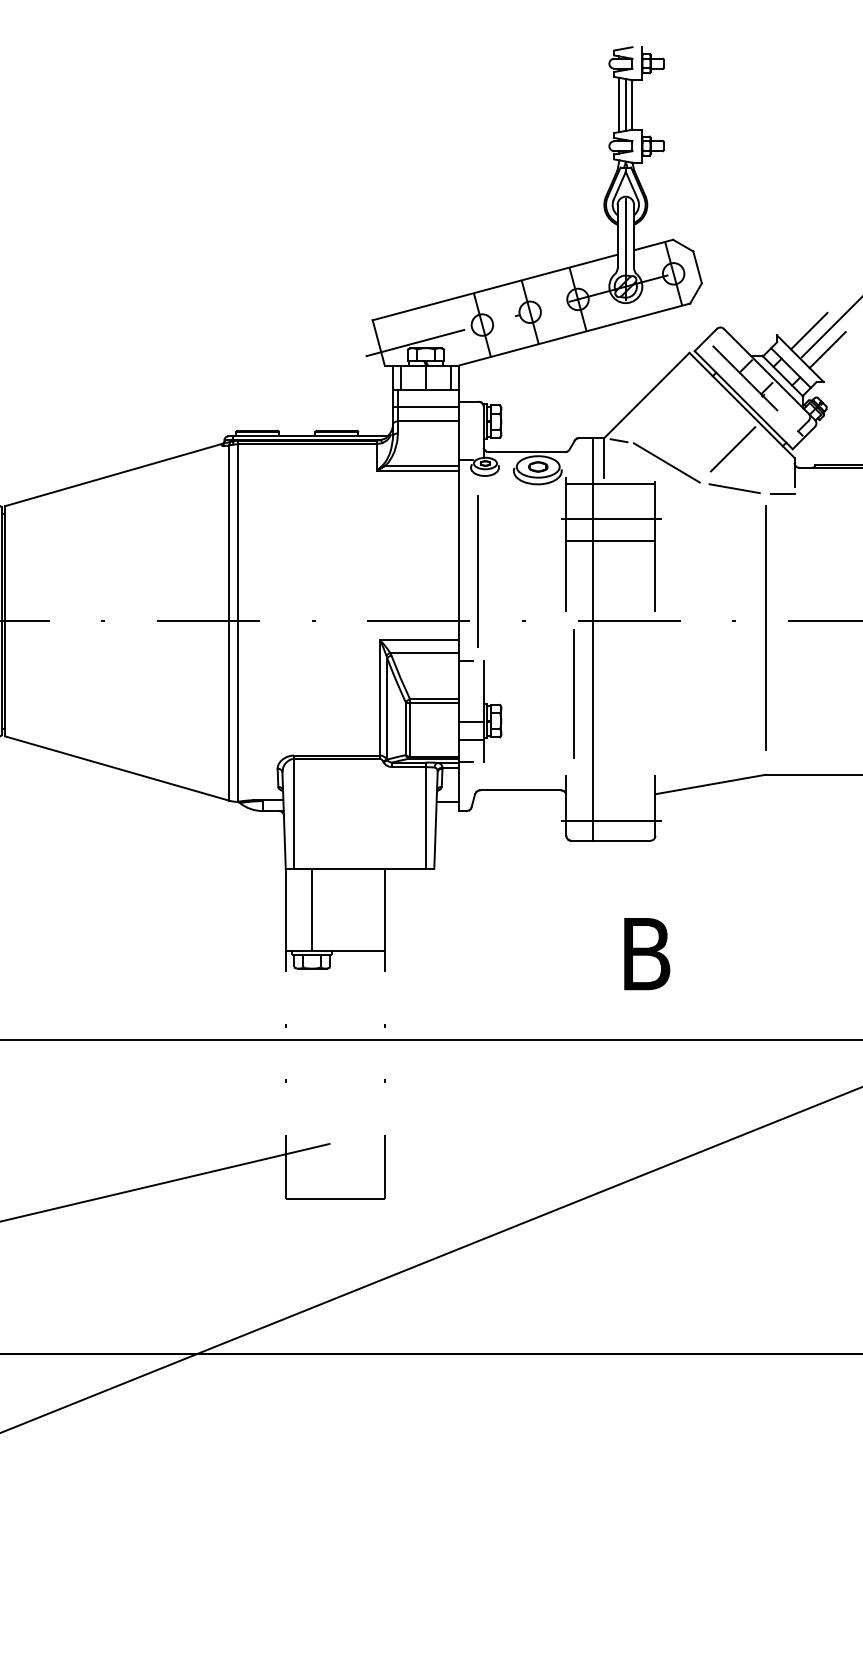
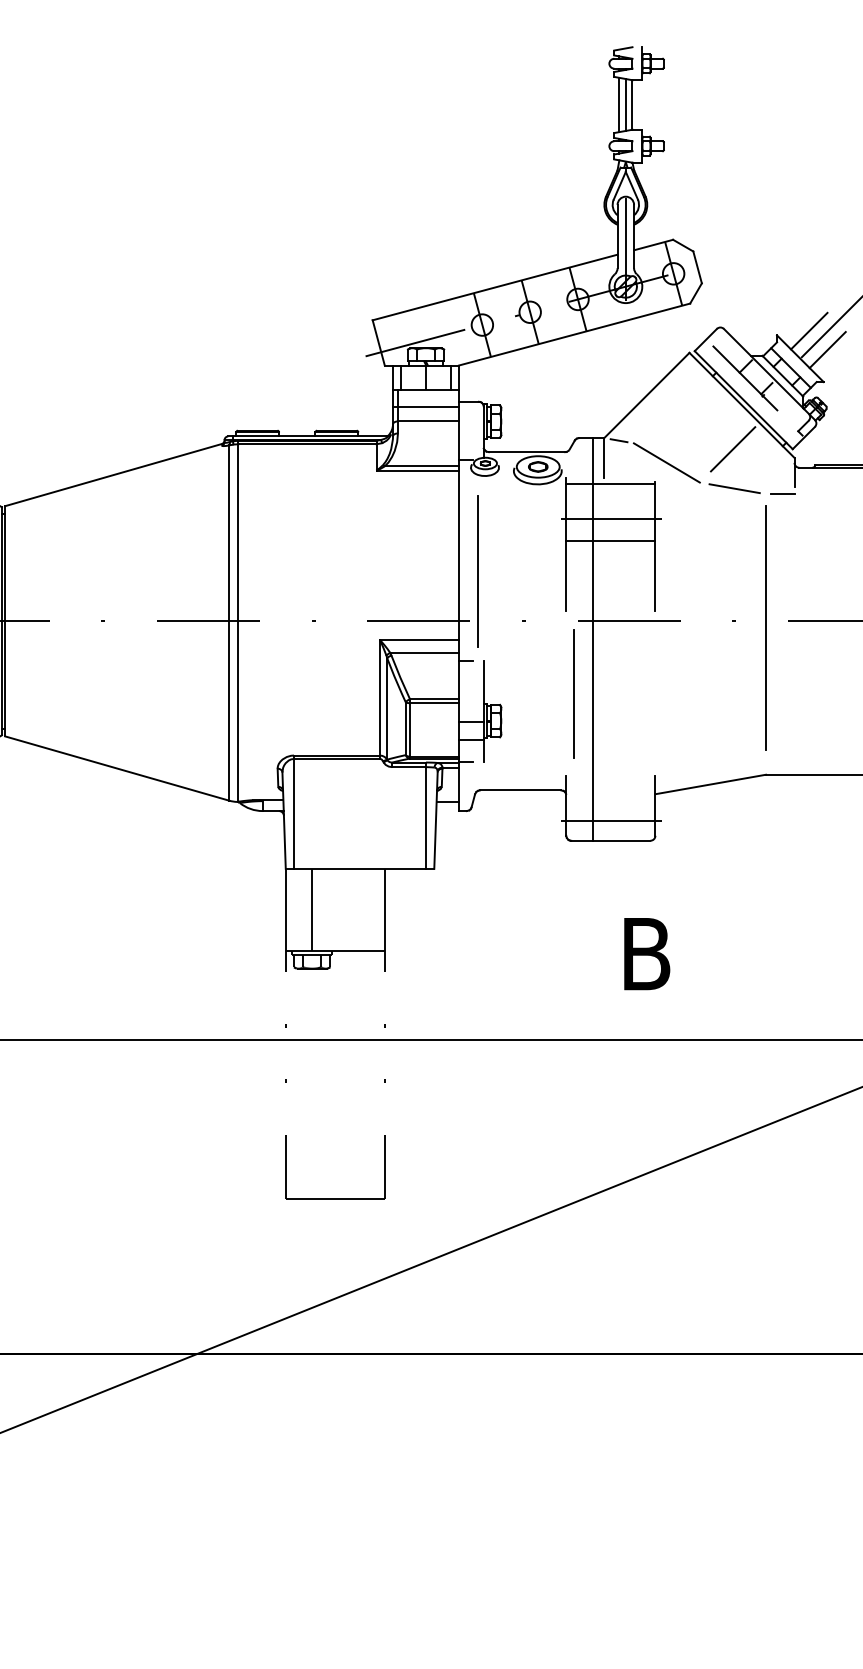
line at (165, 1182): present -> none
